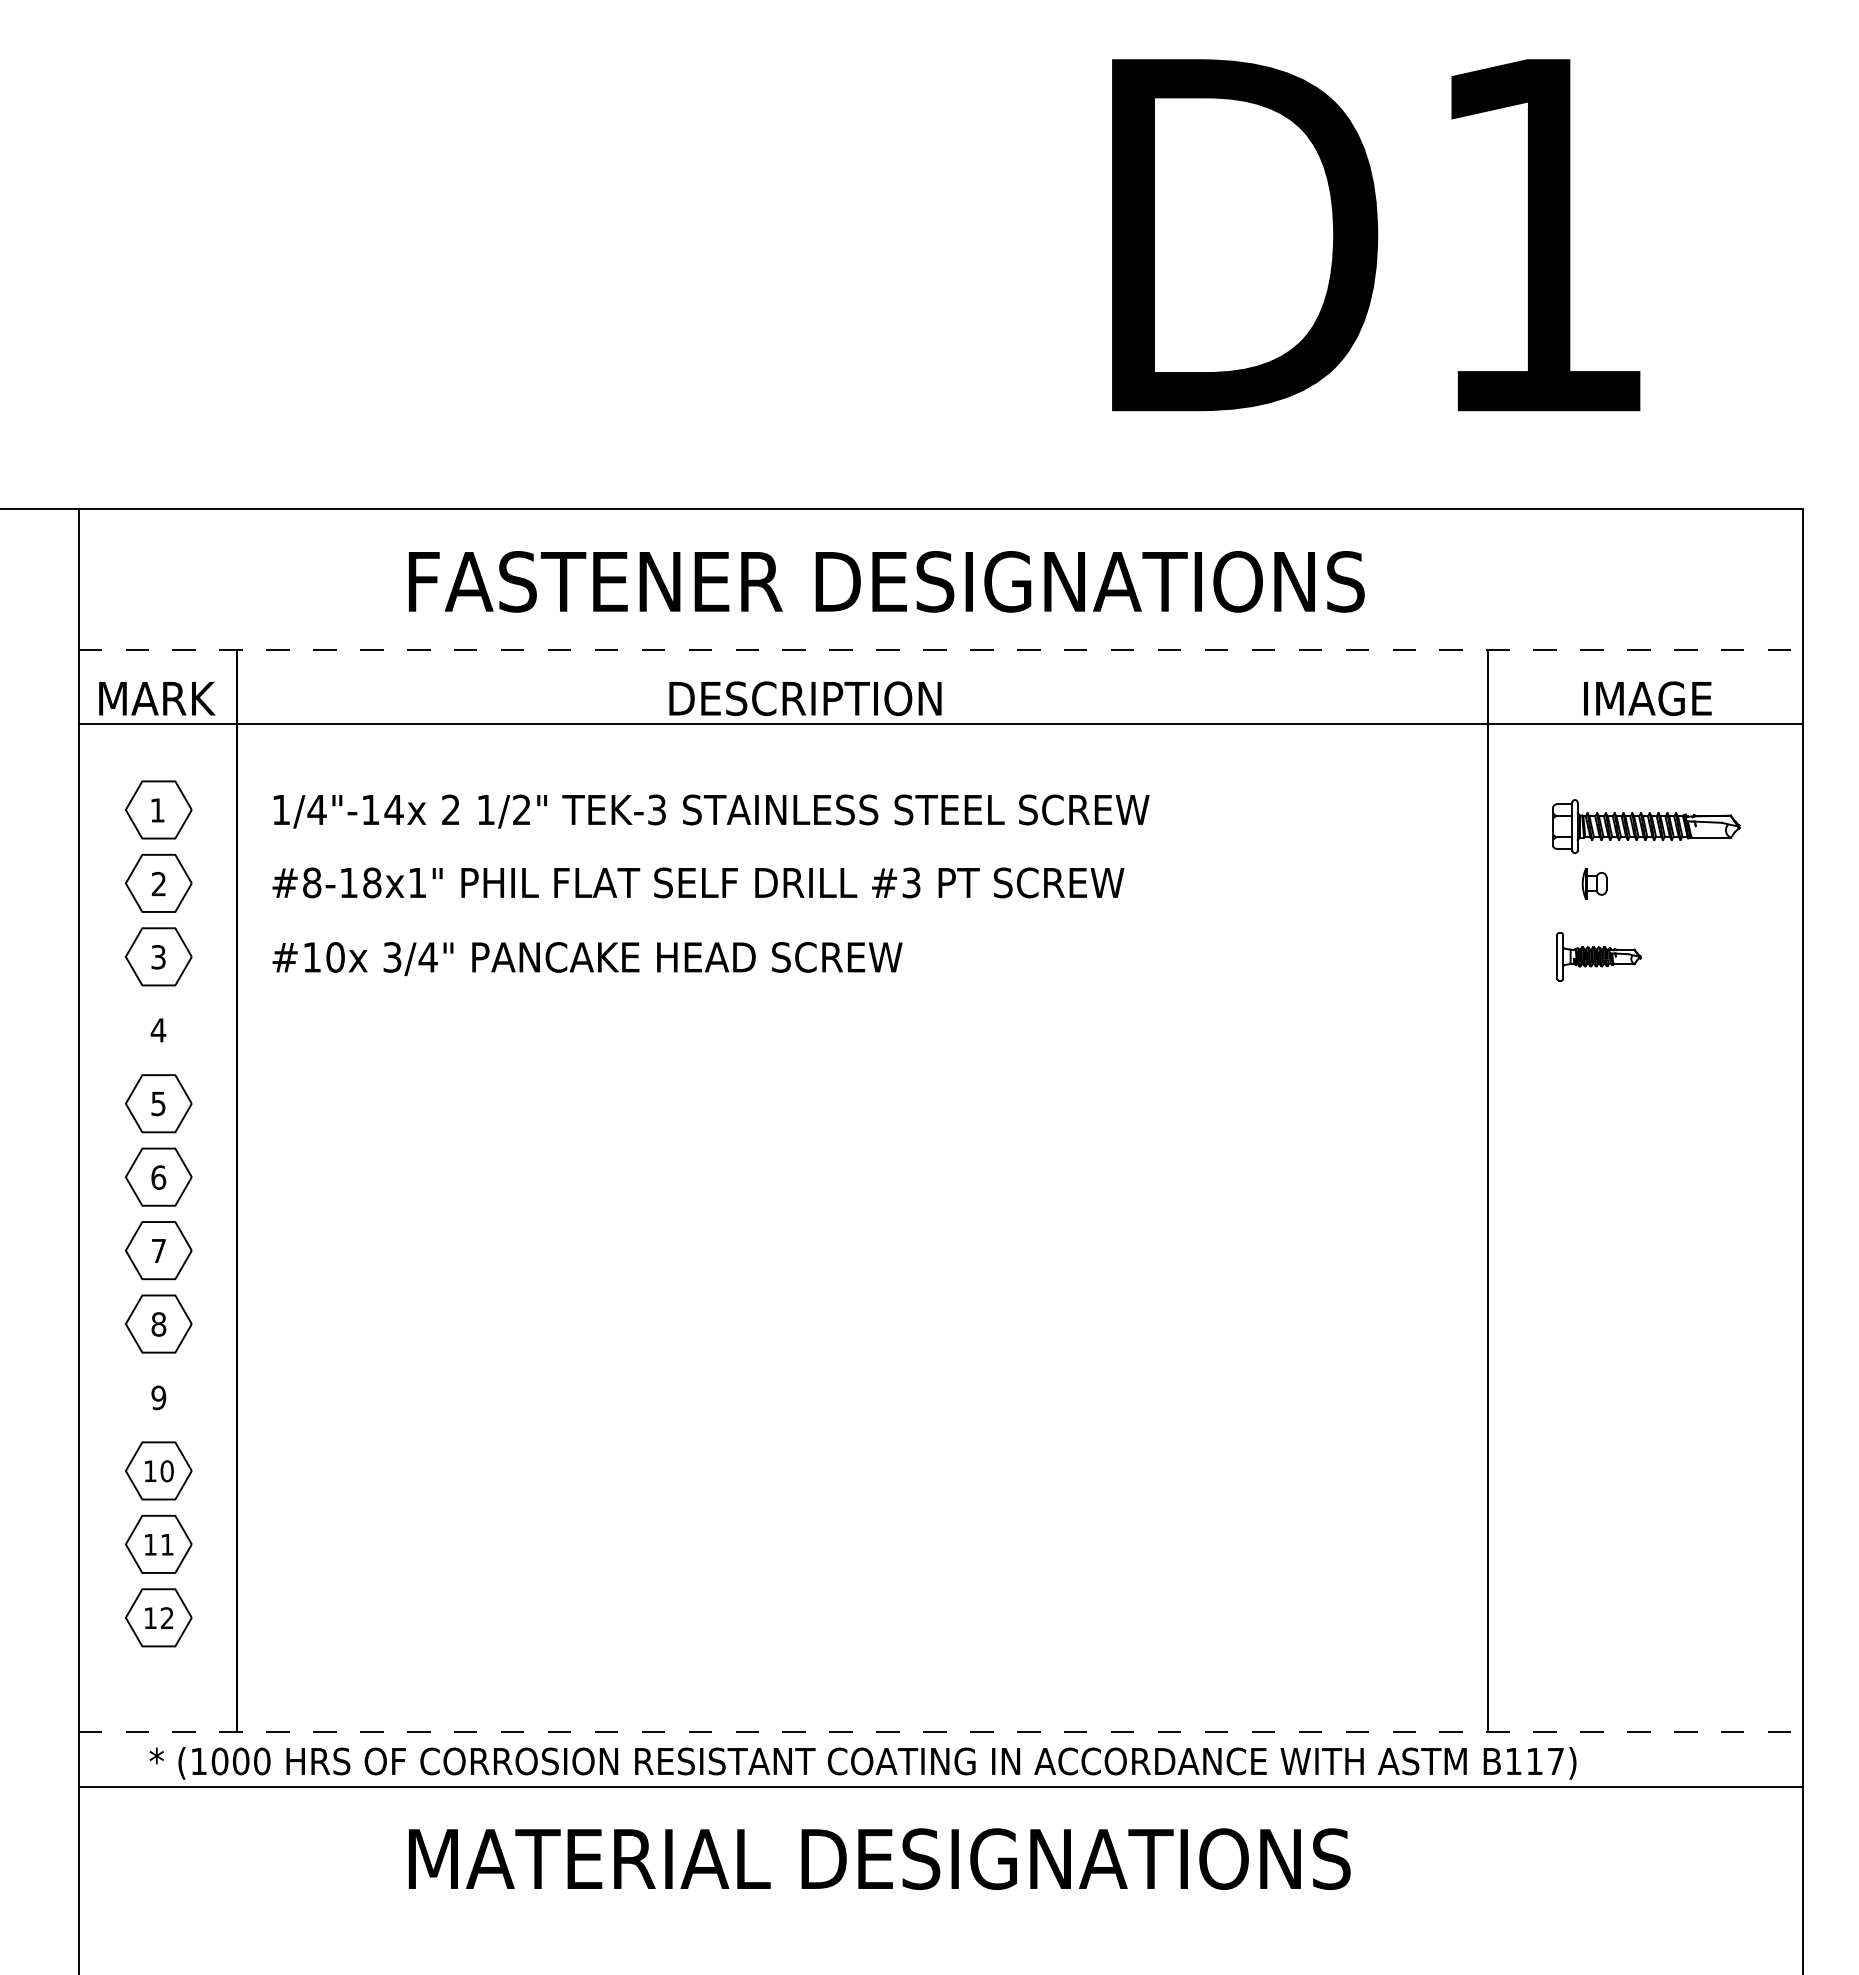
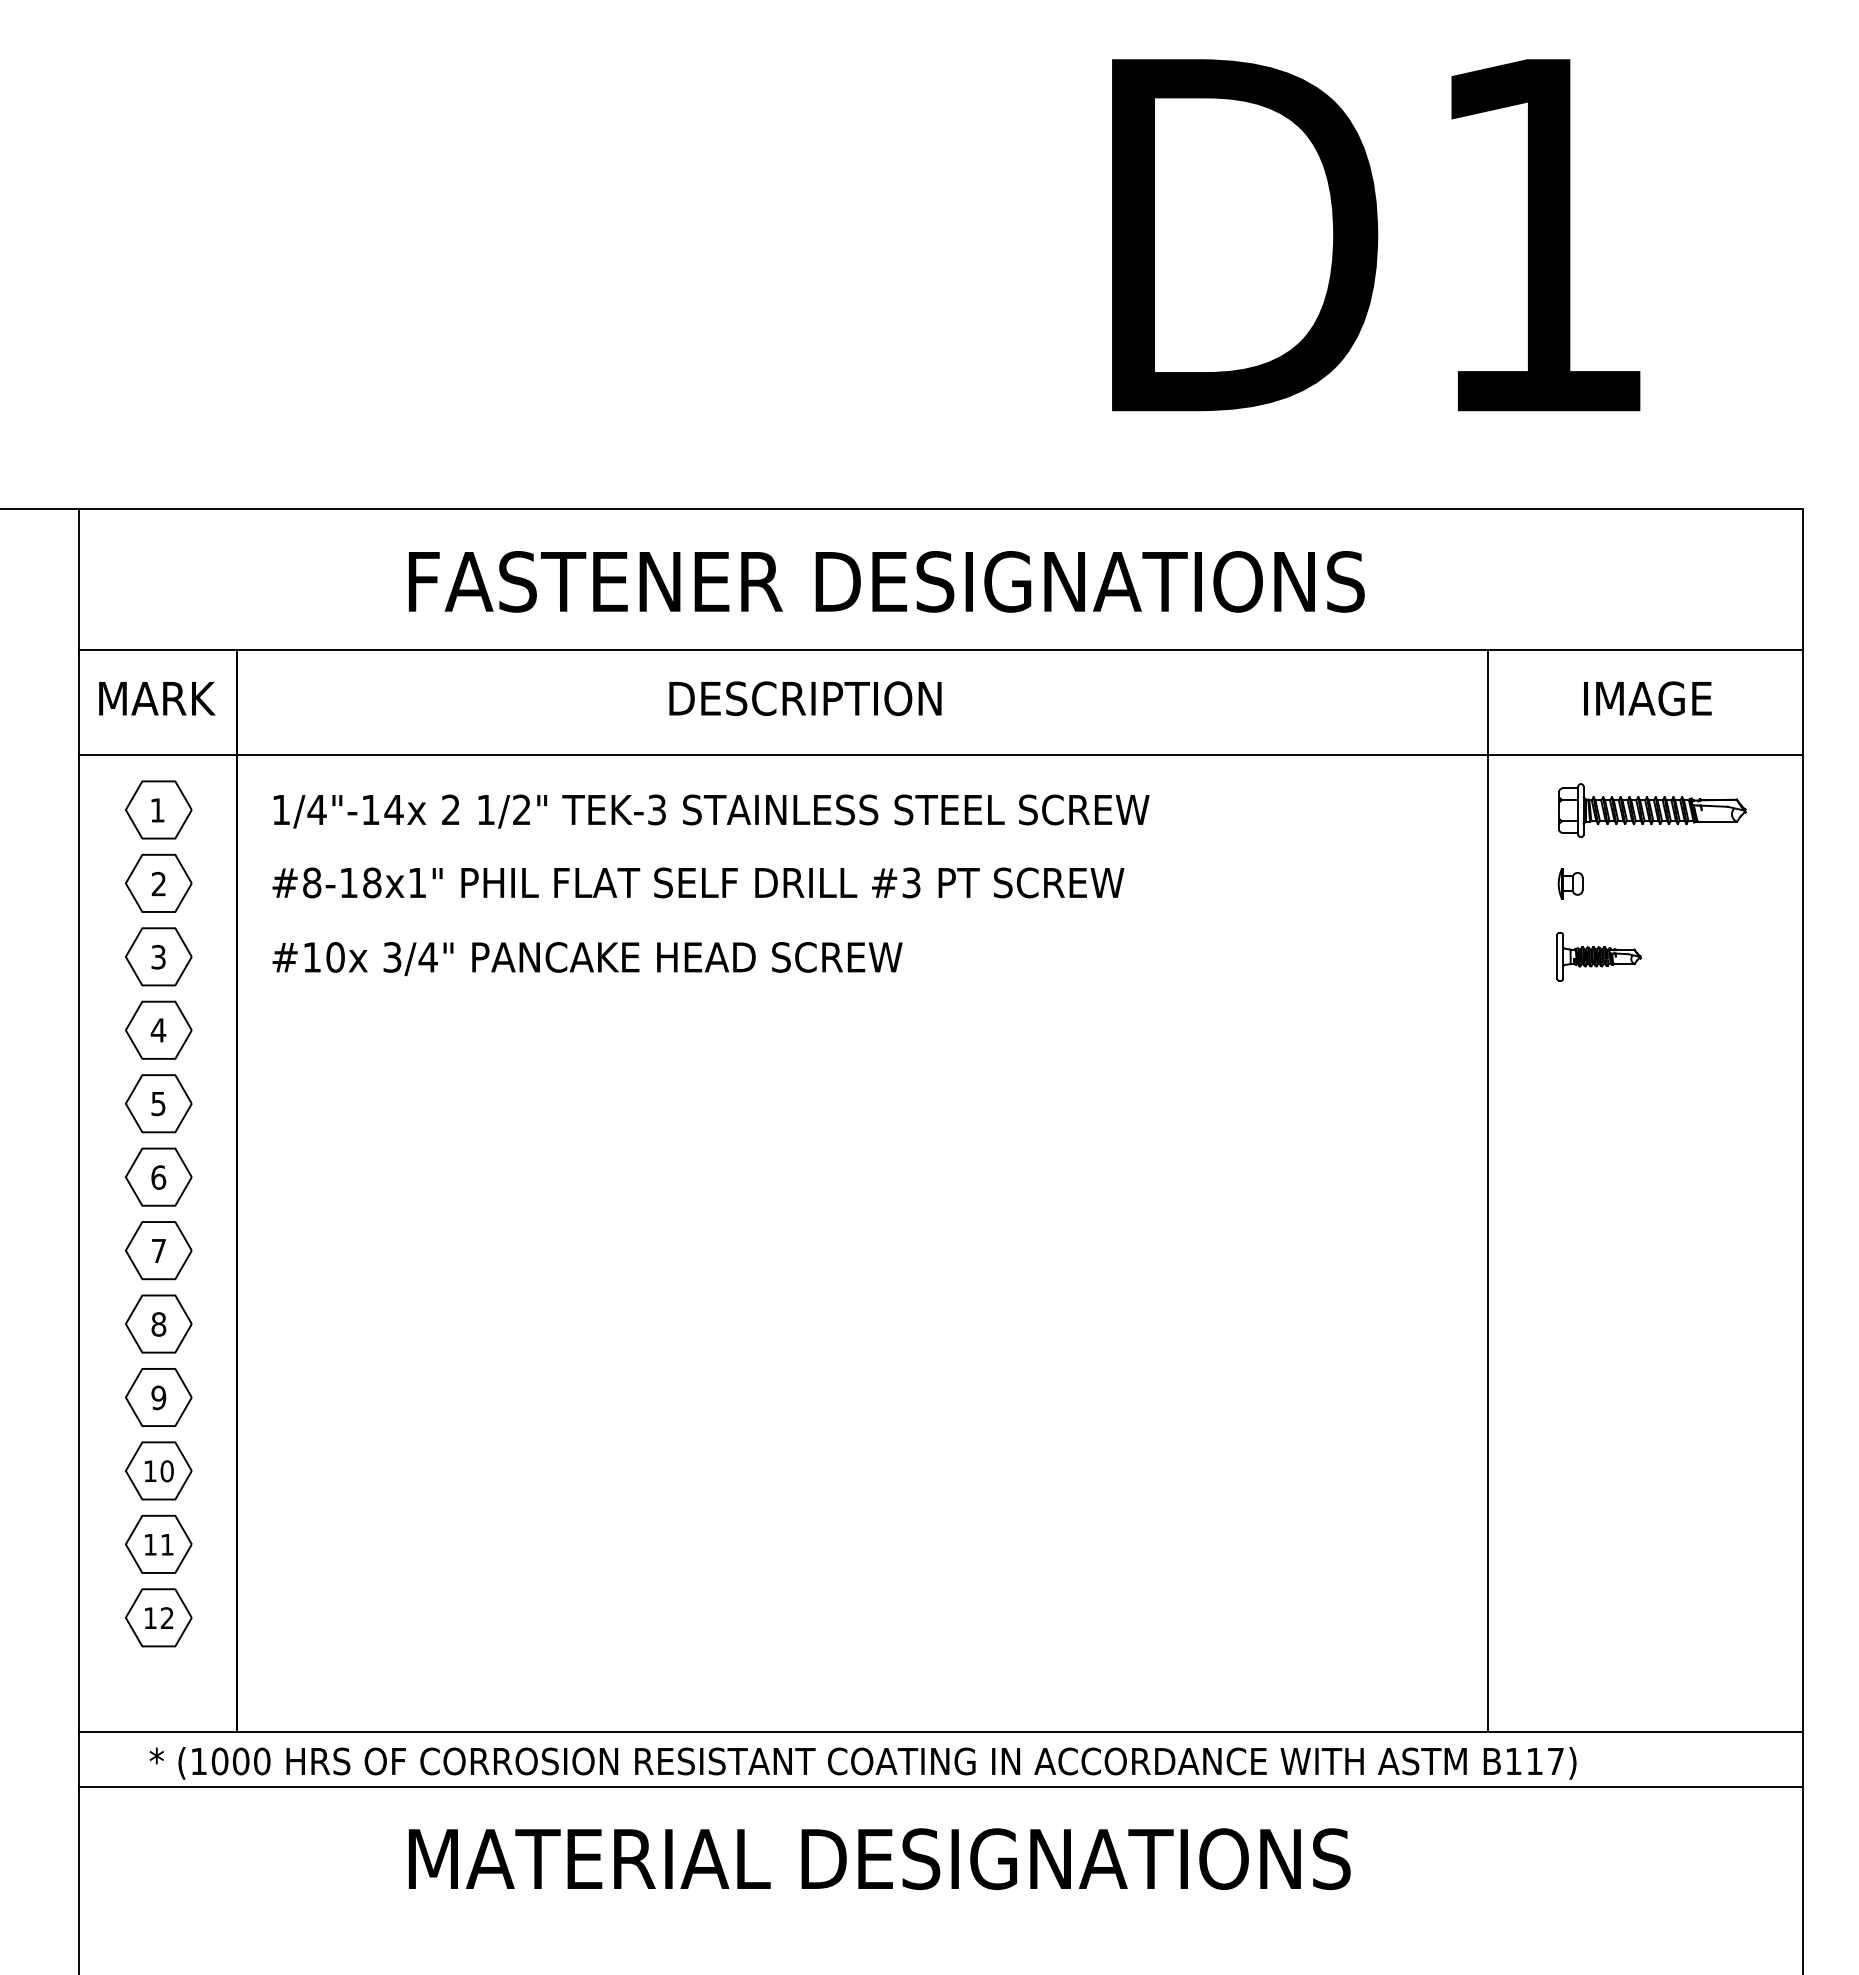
line at (941, 649): dashed -> solid
line at (940, 724) position: (940, 724) -> (940, 755)
part at (1646, 826) position: (1646, 826) -> (1652, 810)
part at (1594, 883) position: (1594, 883) -> (1570, 883)
part at (158, 1029): none -> present
part at (158, 1397): none -> present
line at (941, 1731): dashed -> solid
